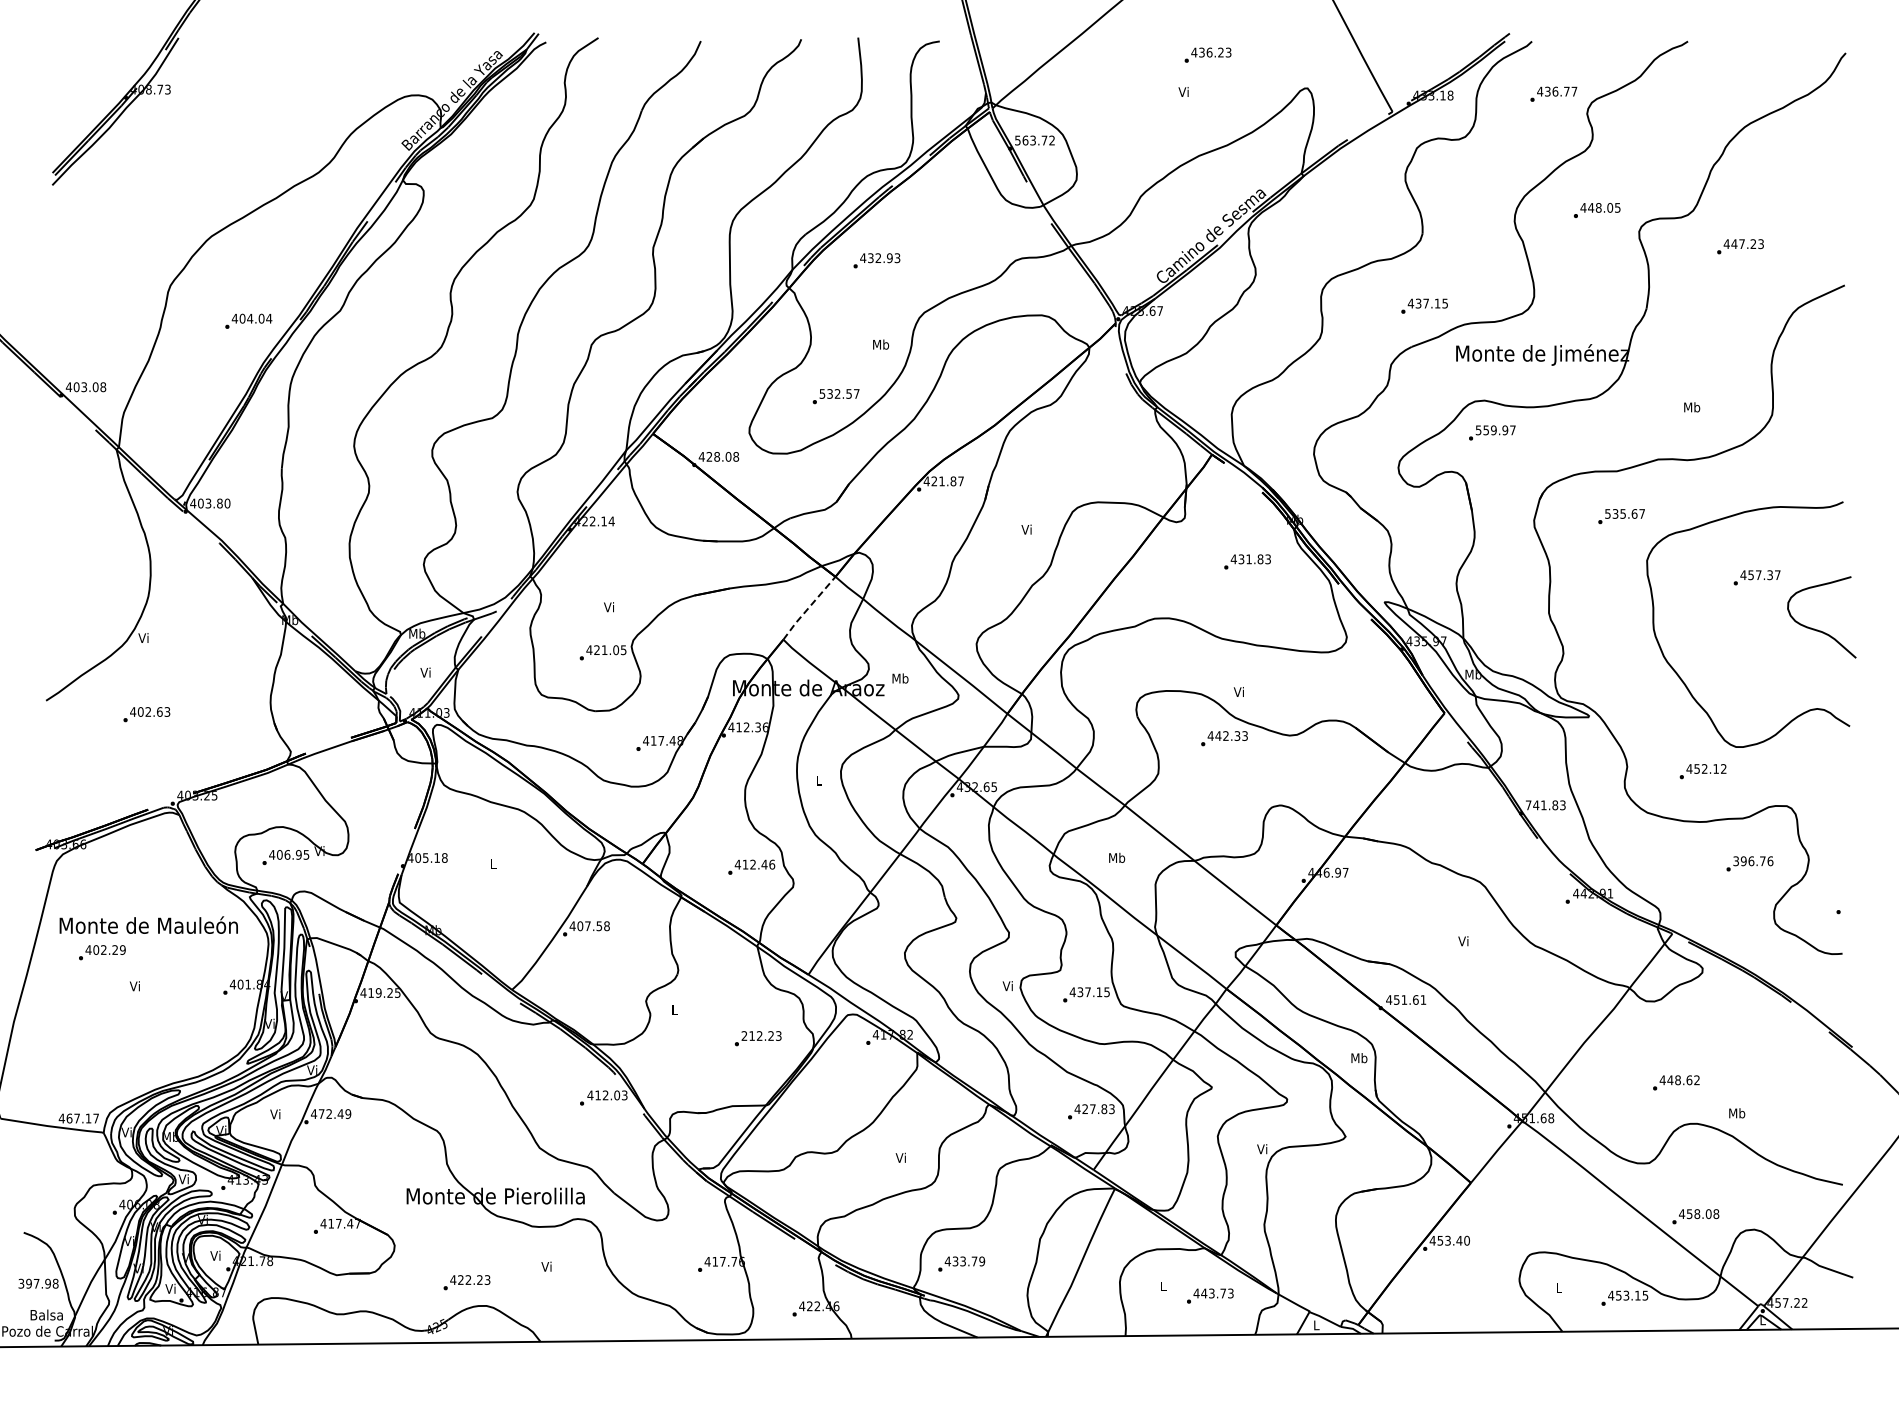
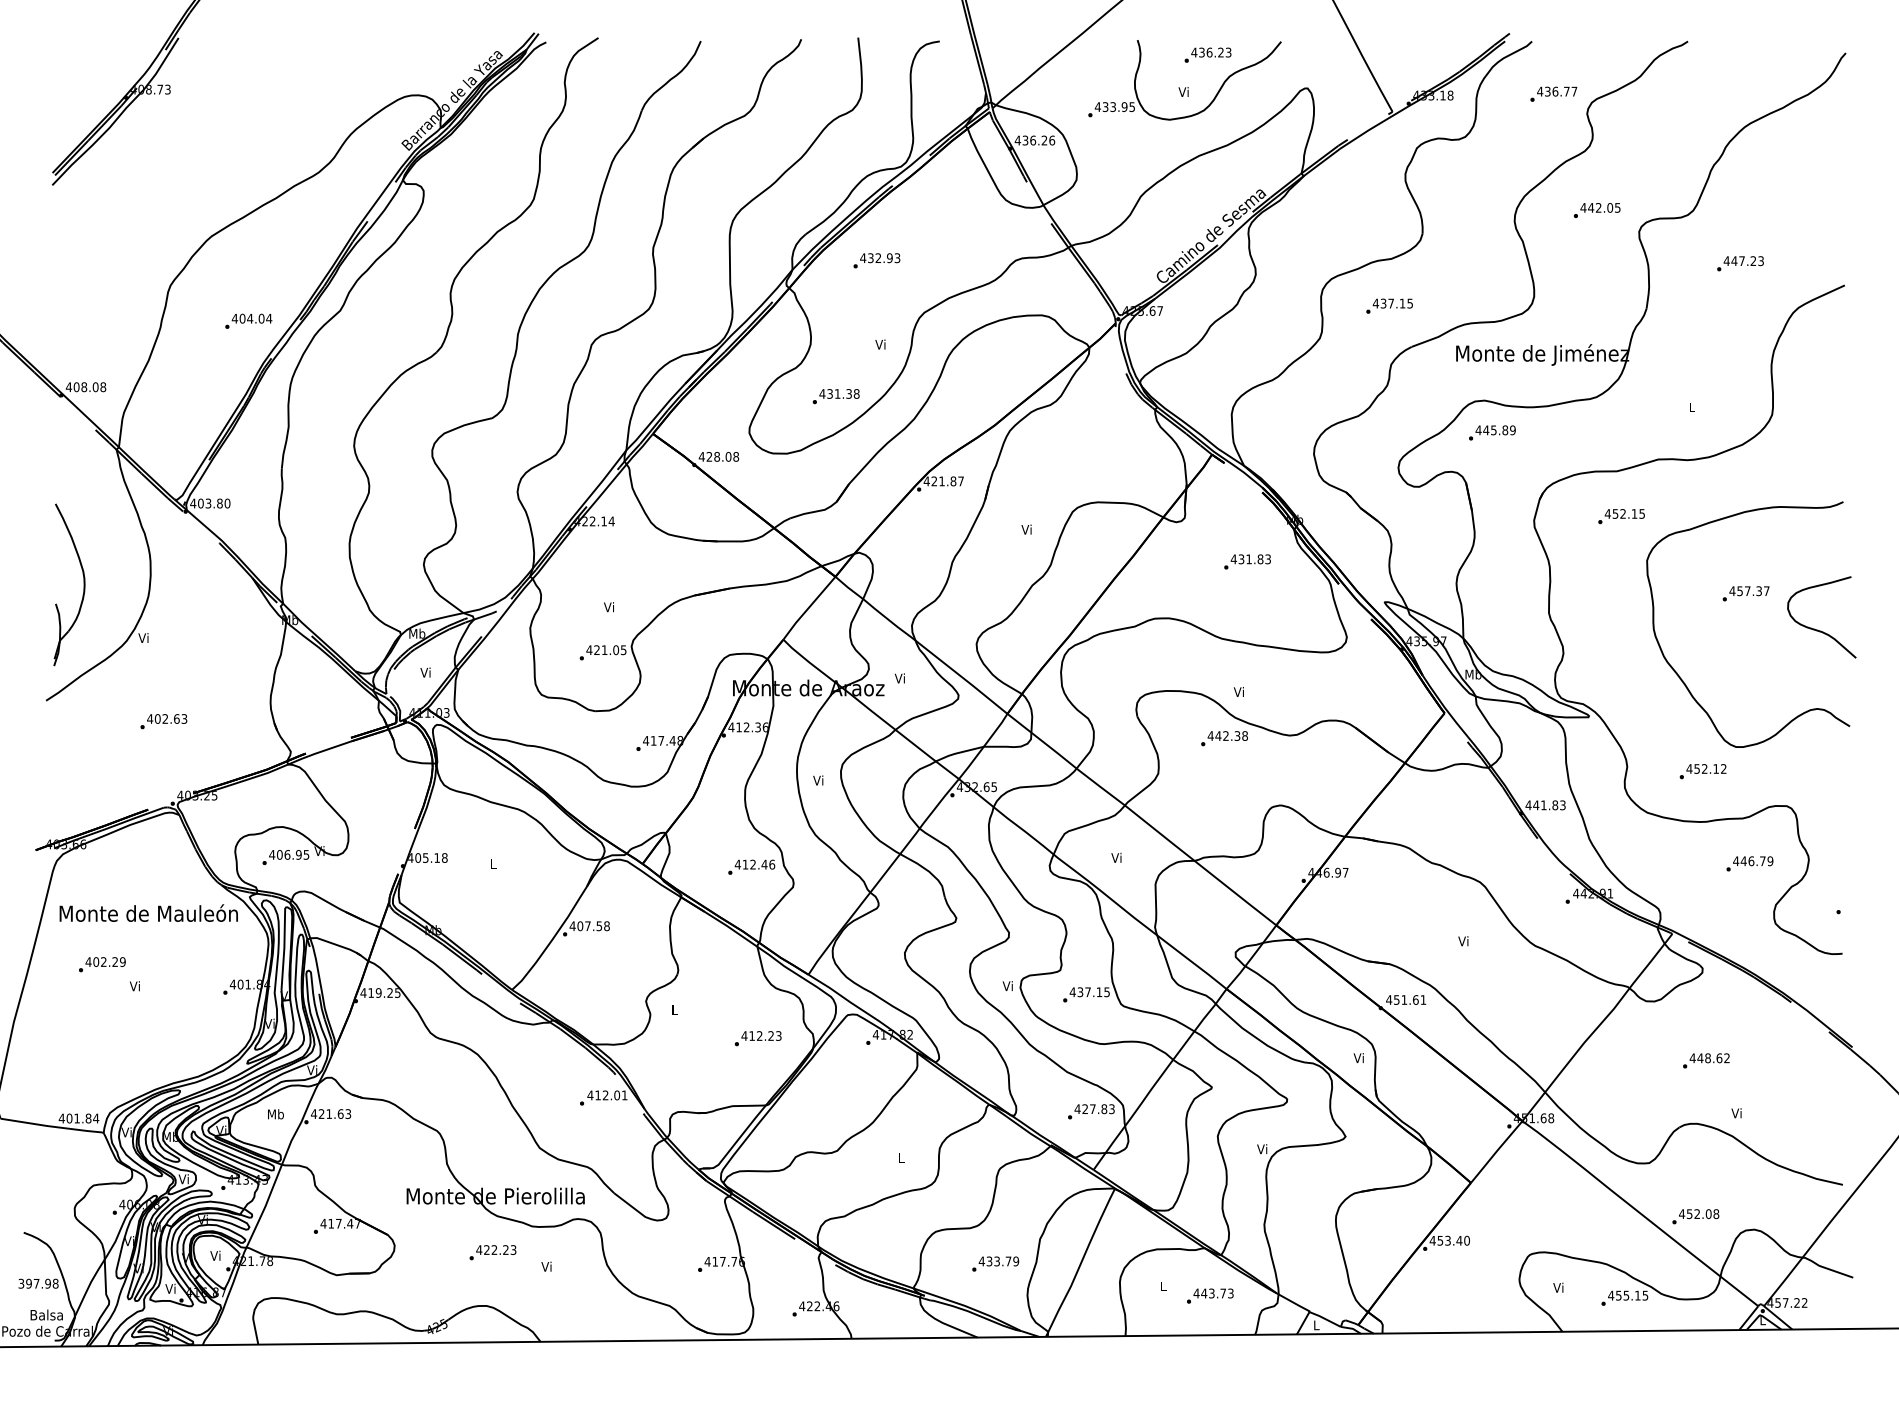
part at (1209, 103): none -> present
text at (1034, 140): 563.72 -> 436.26
text at (1598, 207): 448.05 -> 442.05
text at (1740, 246) position: (1740, 246) -> (1740, 263)
text at (1424, 305) position: (1424, 305) -> (1389, 305)
text at (881, 344): Mb -> Vi
text at (84, 387): 403.08 -> 408.08
text at (839, 393): 532.57 -> 431.38
text at (1692, 407): Mb -> L
text at (1495, 430): 559.97 -> 445.89
text at (1624, 513): 535.67 -> 452.15
text at (1756, 577) position: (1756, 577) -> (1745, 593)
part at (83, 584): none -> present
line at (808, 607): dashed -> solid
text at (900, 678): Mb -> Vi
text at (146, 714) position: (146, 714) -> (163, 721)
text at (1244, 735): 442.33 -> 442.38
text at (818, 780): L -> Vi
text at (1528, 805): 741.83 -> 441.83
text at (1117, 857): Mb -> Vi
text at (1753, 861): 396.76 -> 446.79
text at (148, 924) position: (148, 924) -> (148, 912)
text at (102, 952) position: (102, 952) -> (102, 964)
text at (744, 1035): 212.23 -> 412.23
text at (1359, 1058): Mb -> Vi
text at (1676, 1082) position: (1676, 1082) -> (1706, 1060)
text at (624, 1095): 412.03 -> 412.01
text at (334, 1113): 472.49 -> 421.63
text at (1737, 1113): Mb -> Vi
text at (275, 1114): Vi -> Mb
text at (82, 1118): 467.17 -> 401.84
text at (900, 1157): Vi -> L
text at (1697, 1214): 458.08 -> 452.08
text at (961, 1263) position: (961, 1263) -> (995, 1263)
text at (466, 1282) position: (466, 1282) -> (492, 1252)
text at (1558, 1287): L -> Vi
text at (1626, 1294): 453.15 -> 455.15
